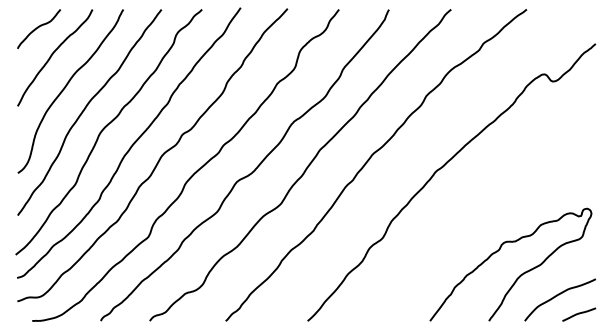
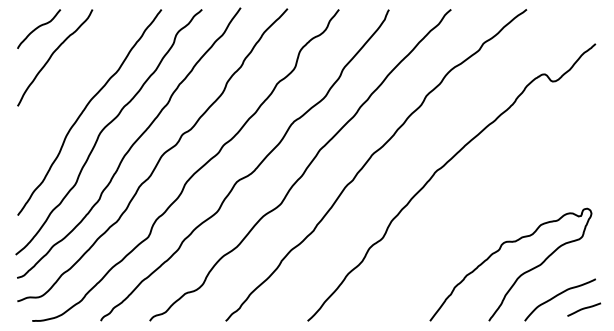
curve at (66, 87): present -> none
curve at (579, 314) position: (579, 314) -> (584, 309)
